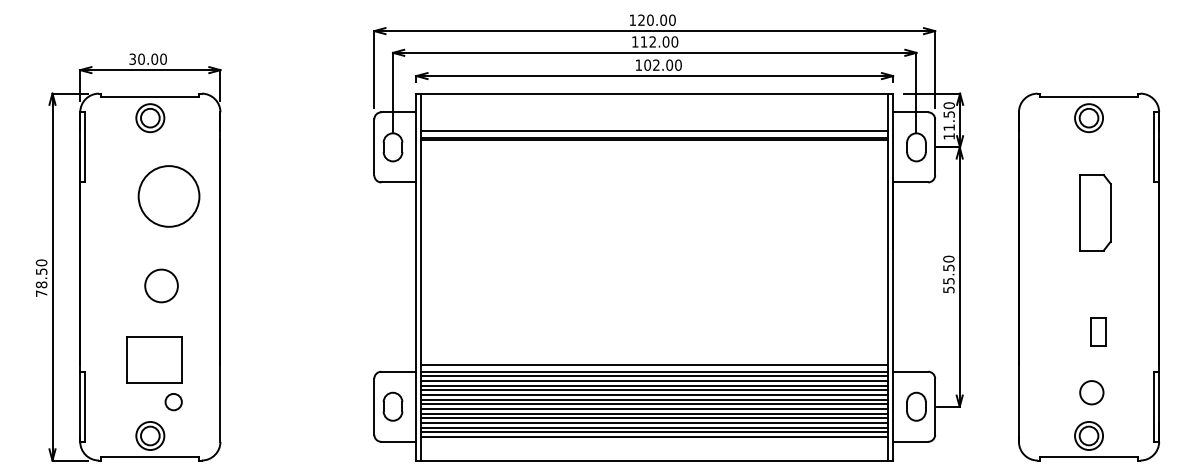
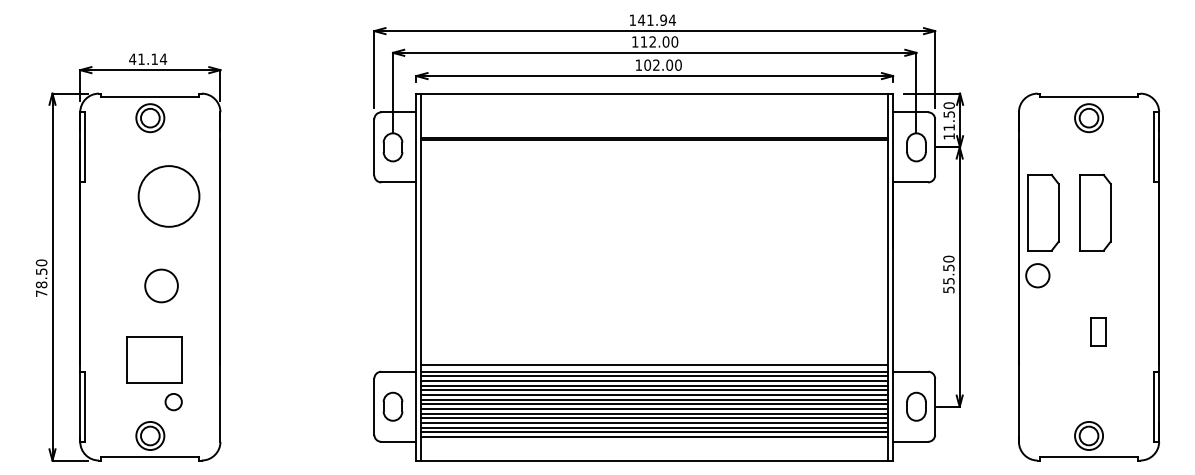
text at (657, 19): 120.00 -> 141.94
text at (148, 58): 30.00 -> 41.14
line at (654, 131): present -> none
part at (1043, 212): none -> present
circle at (1091, 392) position: (1091, 392) -> (1037, 275)
